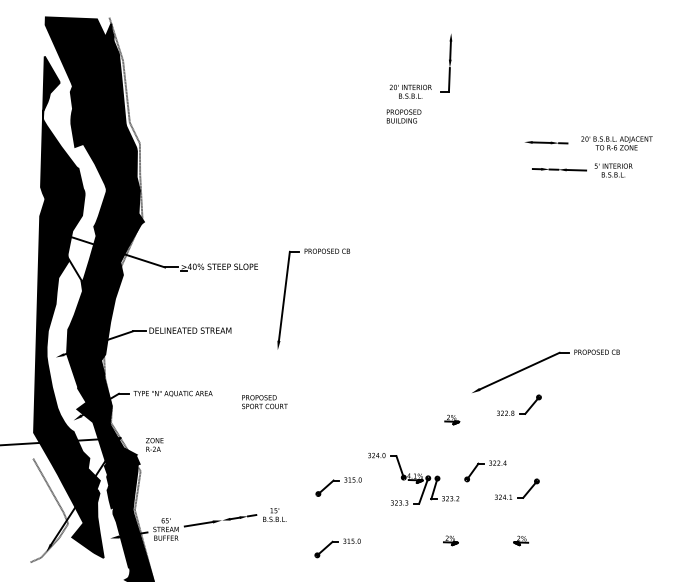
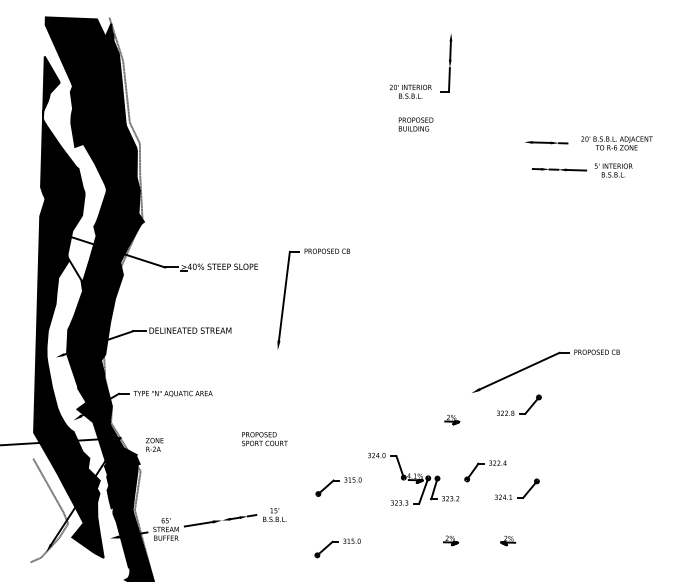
text at (403, 116) position: (403, 116) -> (415, 124)
text at (264, 402) position: (264, 402) -> (264, 439)
part at (521, 540) position: (521, 540) -> (508, 540)
